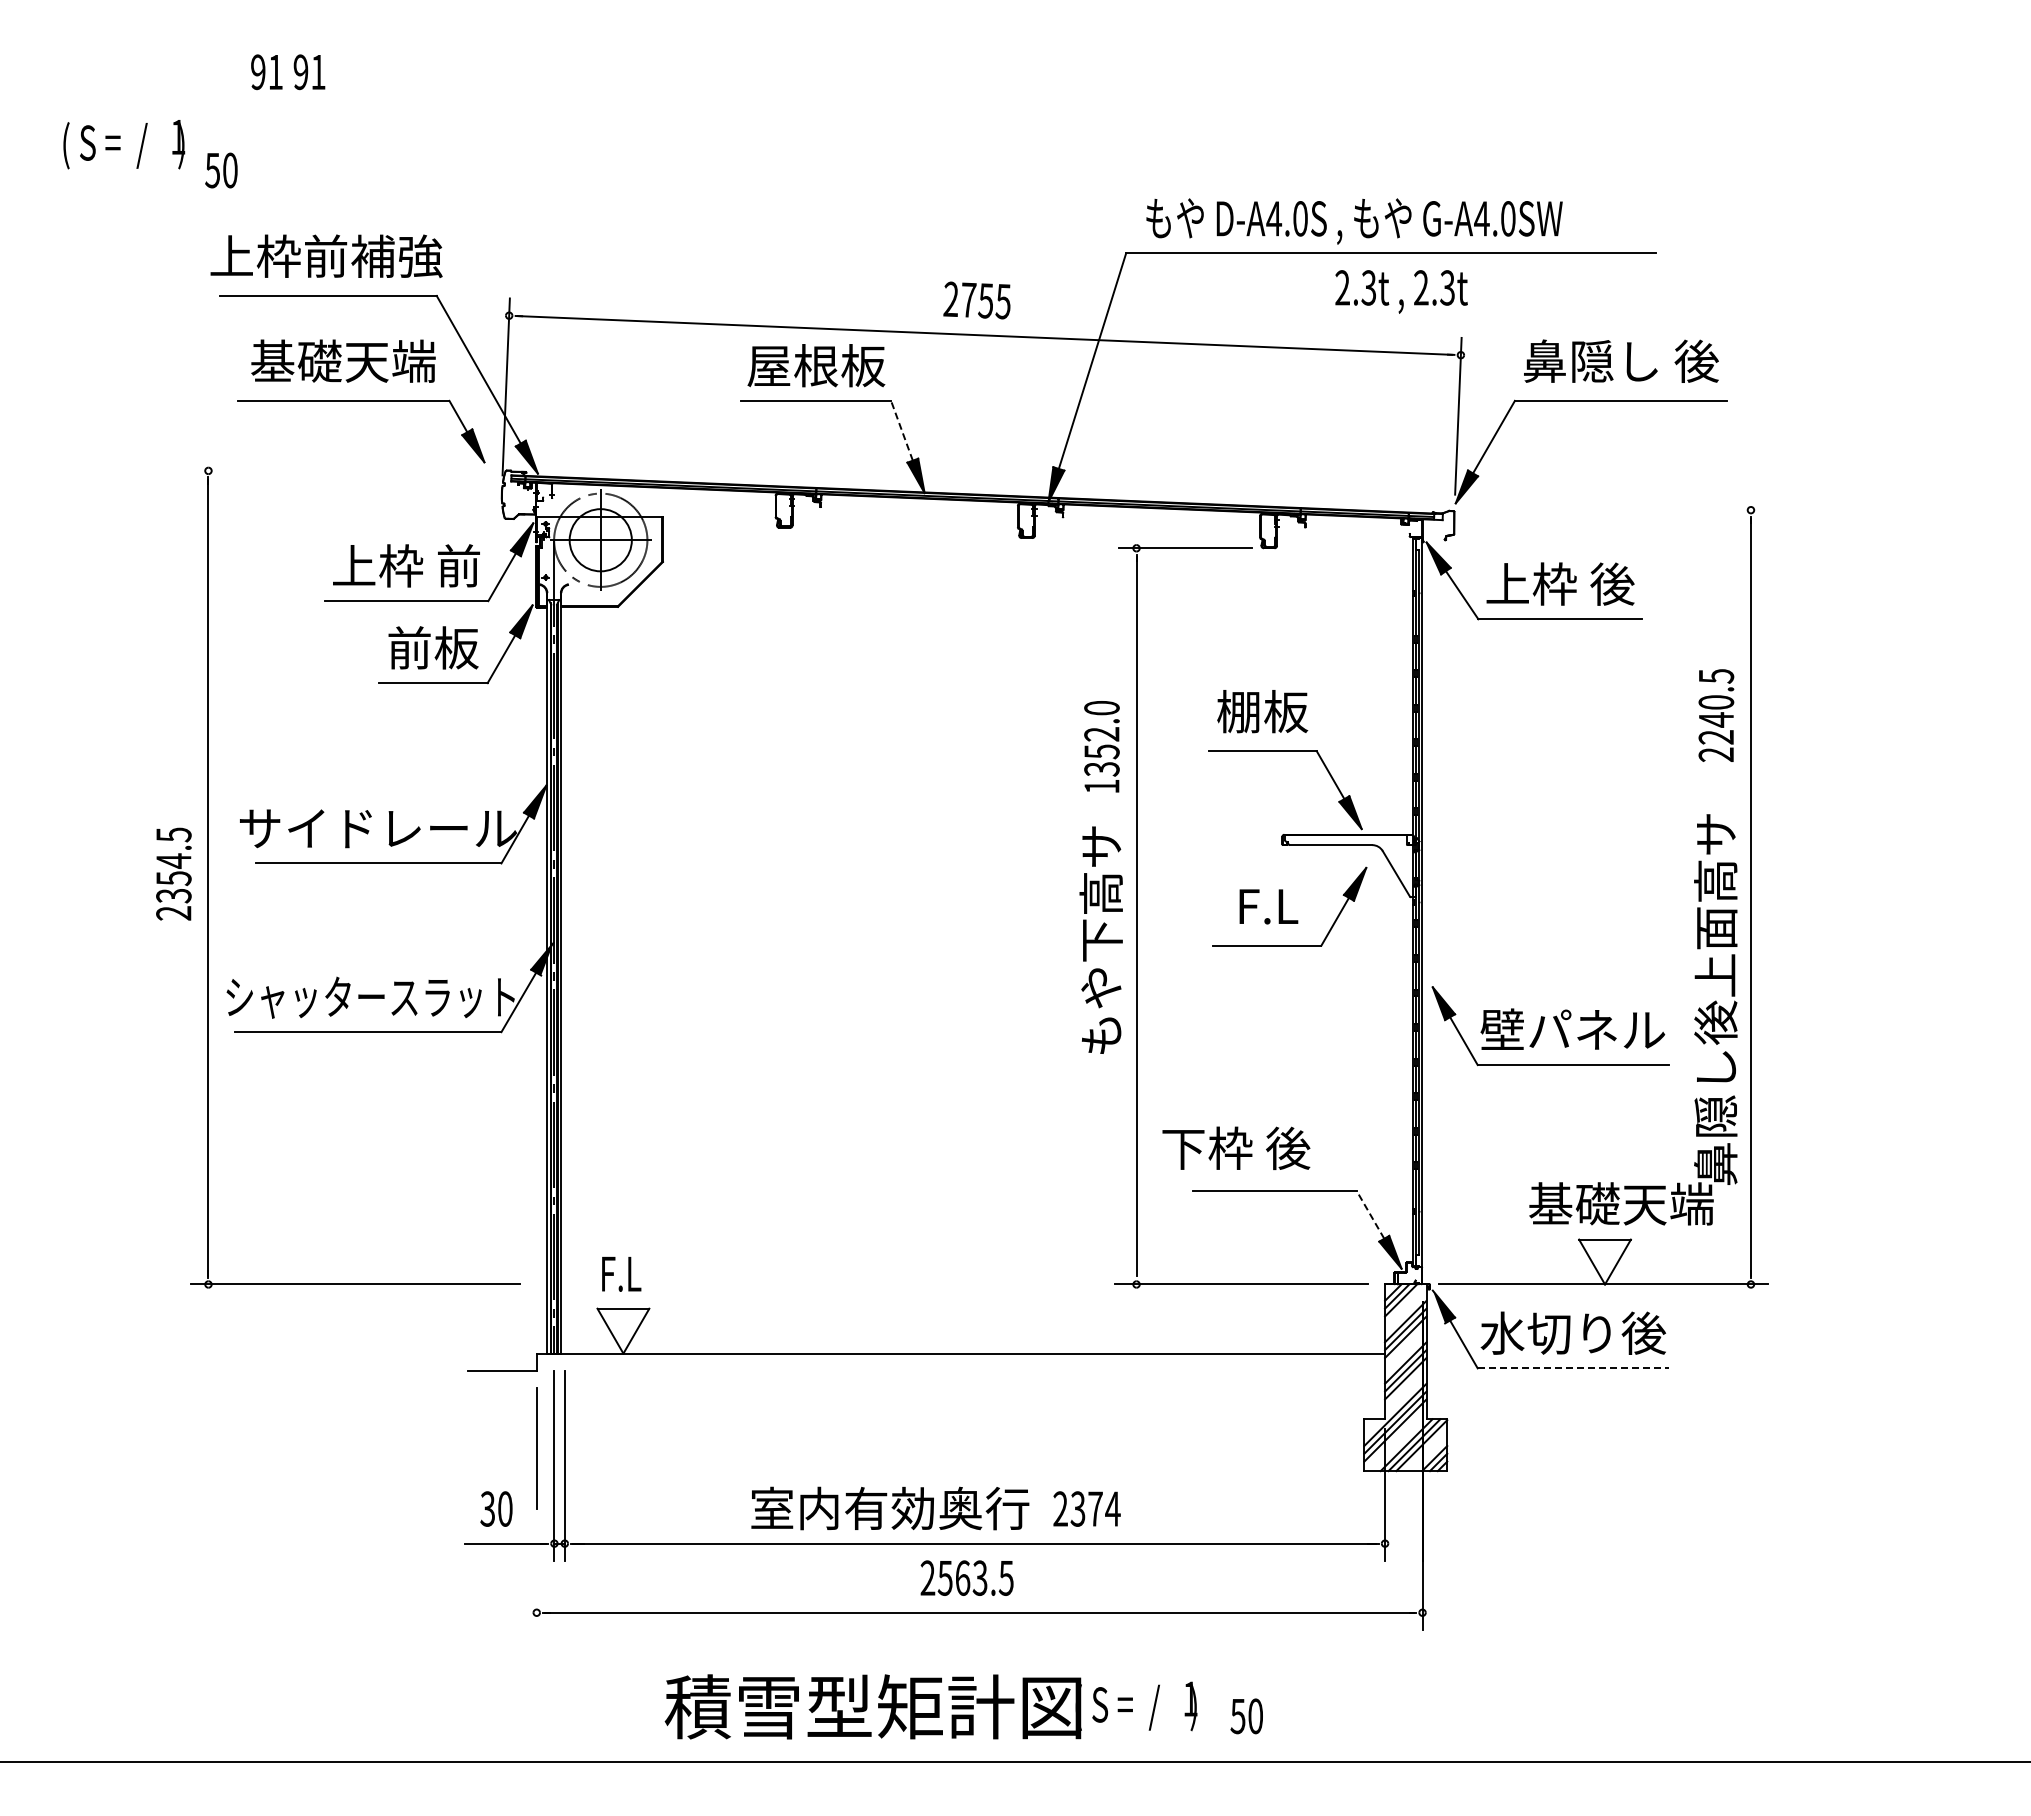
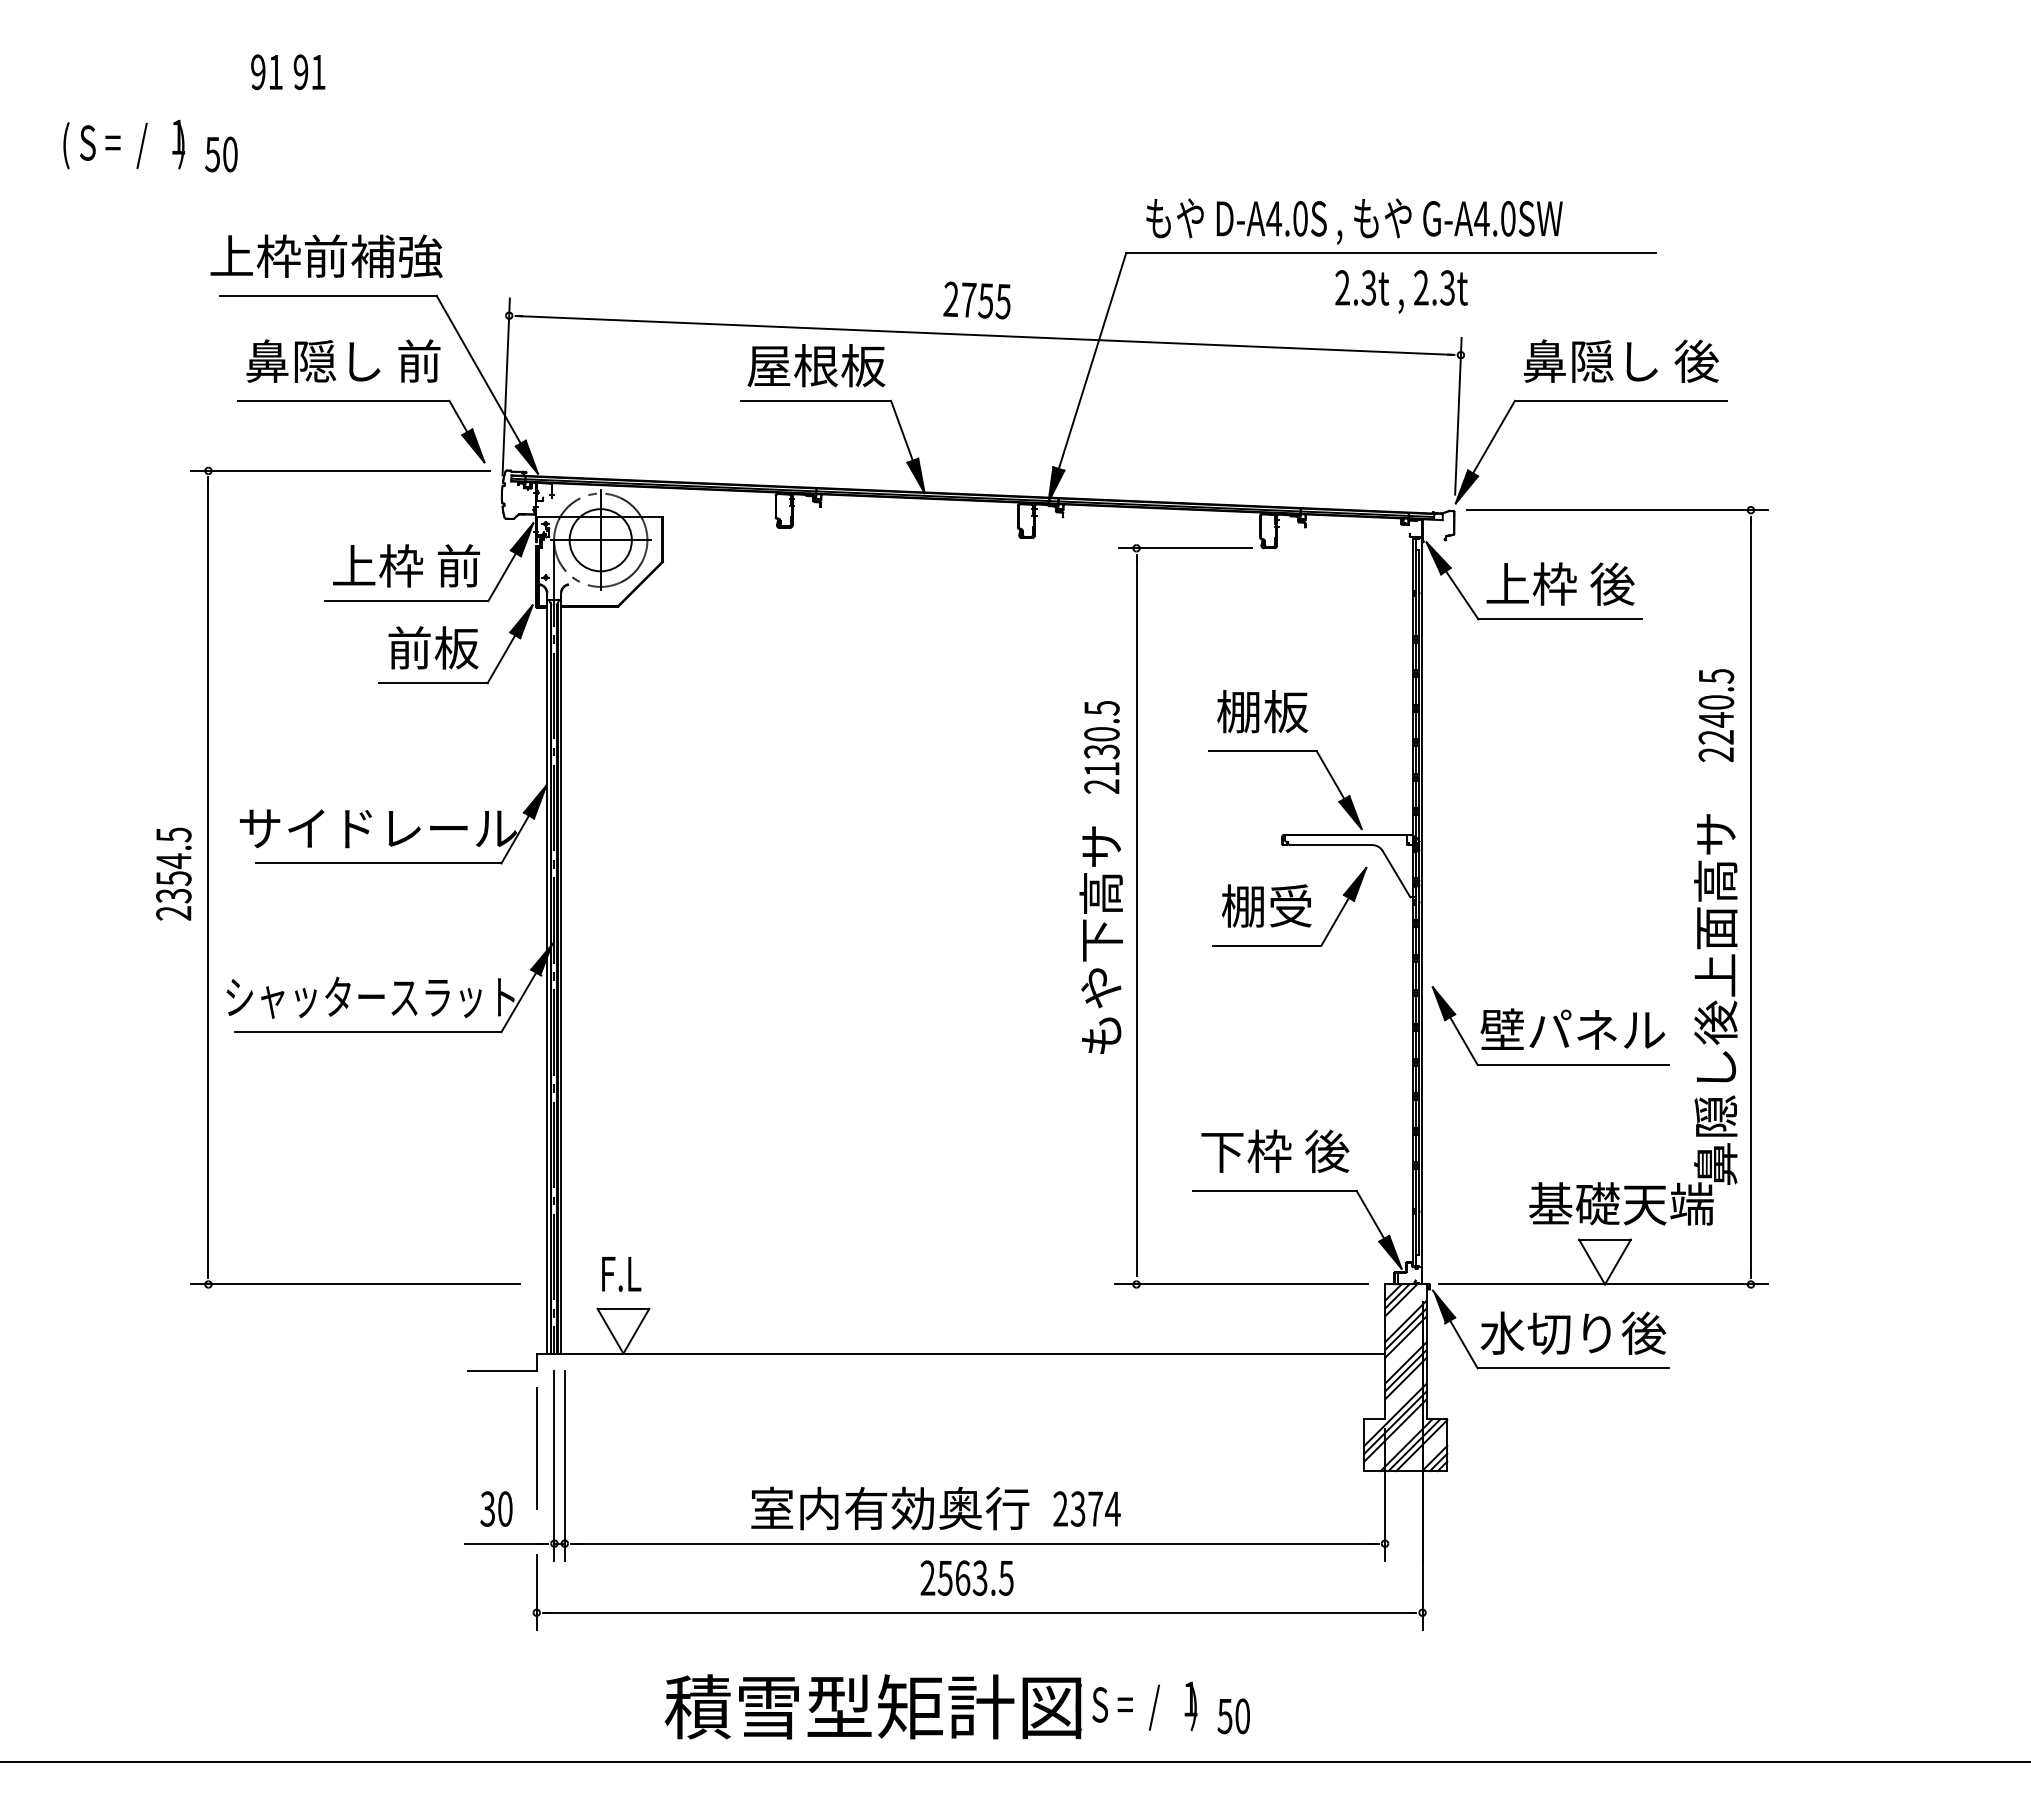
text at (221, 170) position: (221, 170) -> (221, 154)
text at (343, 360): 基礎天端 -> 鼻隠し 前
line at (901, 430): dashed -> solid
line at (340, 470): none -> present
line at (1617, 510): none -> present
text at (1101, 747): 1352.0 -> 2130.5
text at (1266, 905): F.L -> 棚受
text at (1236, 1147) position: (1236, 1147) -> (1275, 1150)
line at (1370, 1214): dashed -> solid
line at (1573, 1368): dashed -> solid
line at (536, 1592): none -> present
text at (1246, 1716) position: (1246, 1716) -> (1233, 1716)
